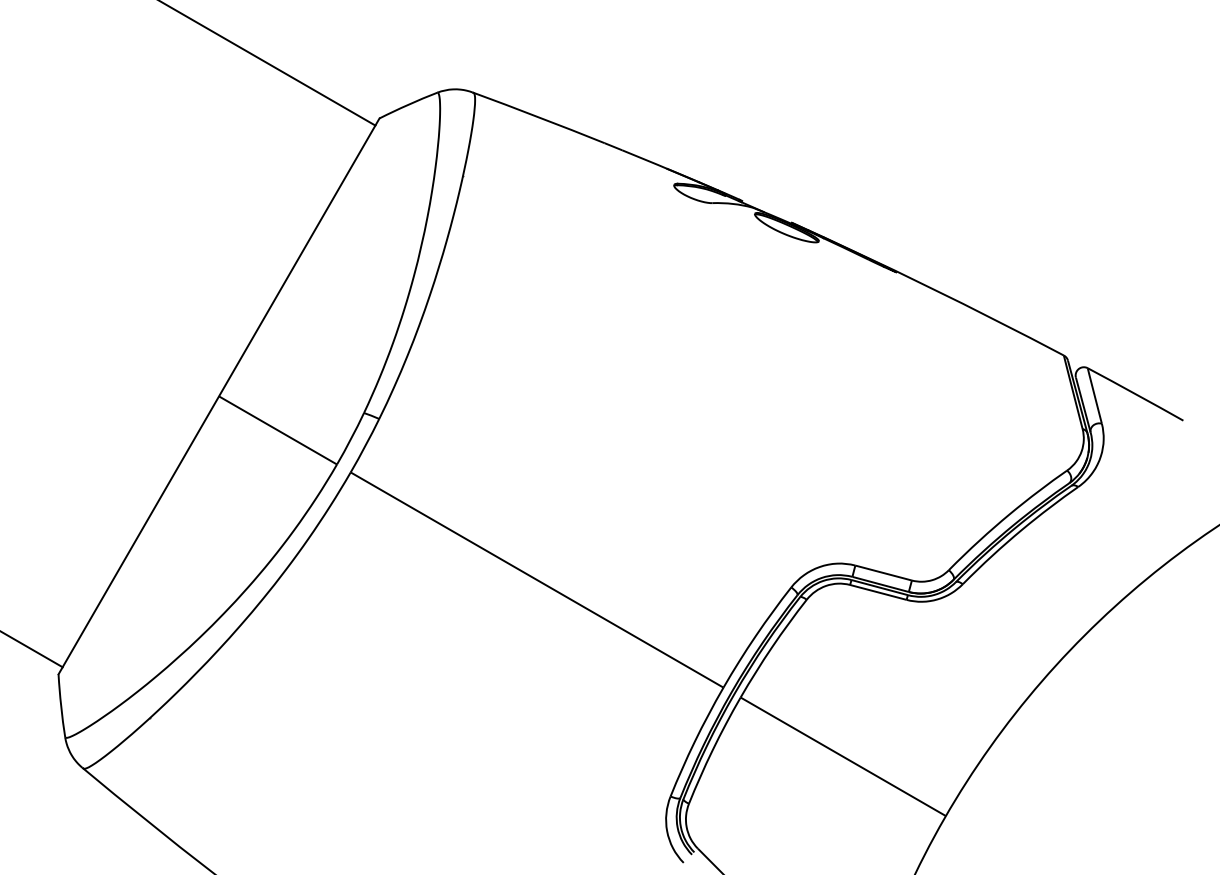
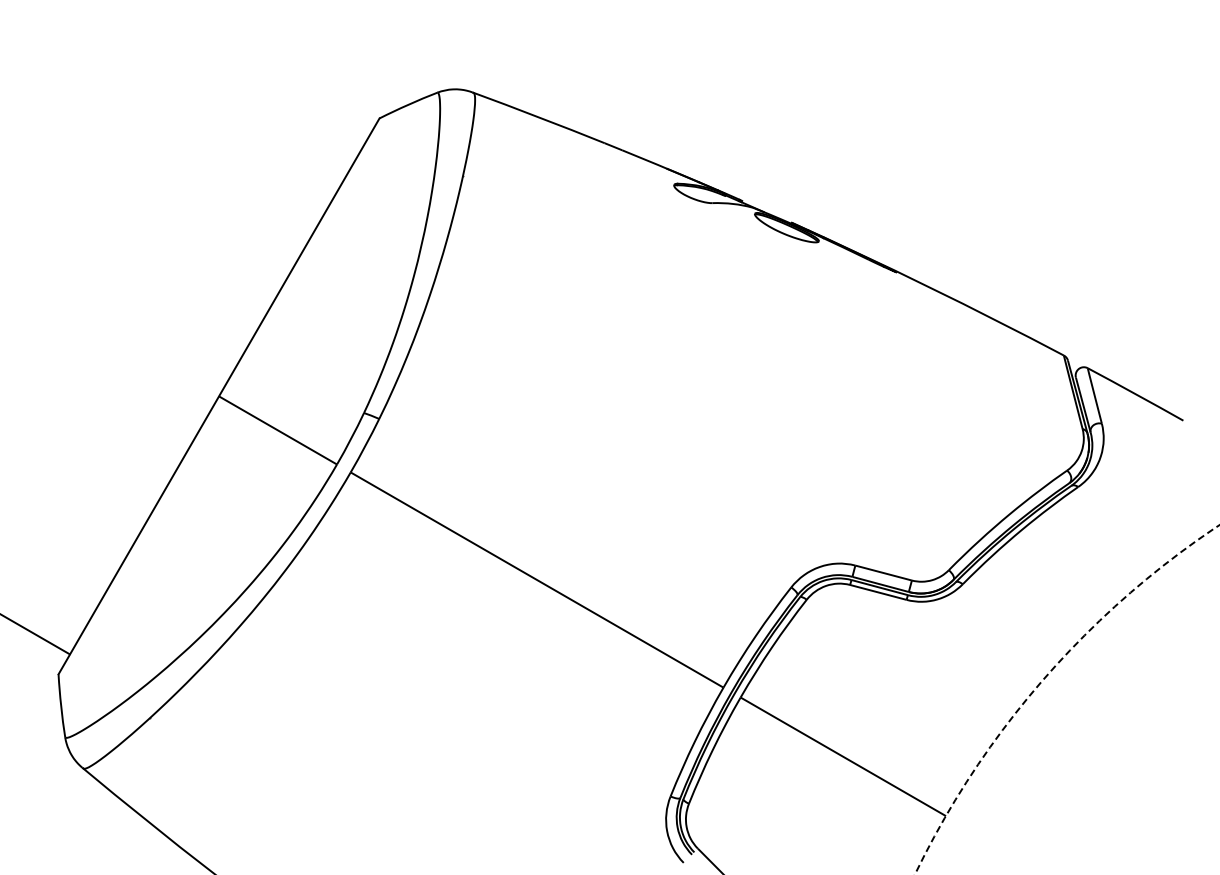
line at (268, 63): present -> none
line at (32, 649) position: (32, 649) -> (35, 634)
circle at (1066, 699): solid -> dashed
